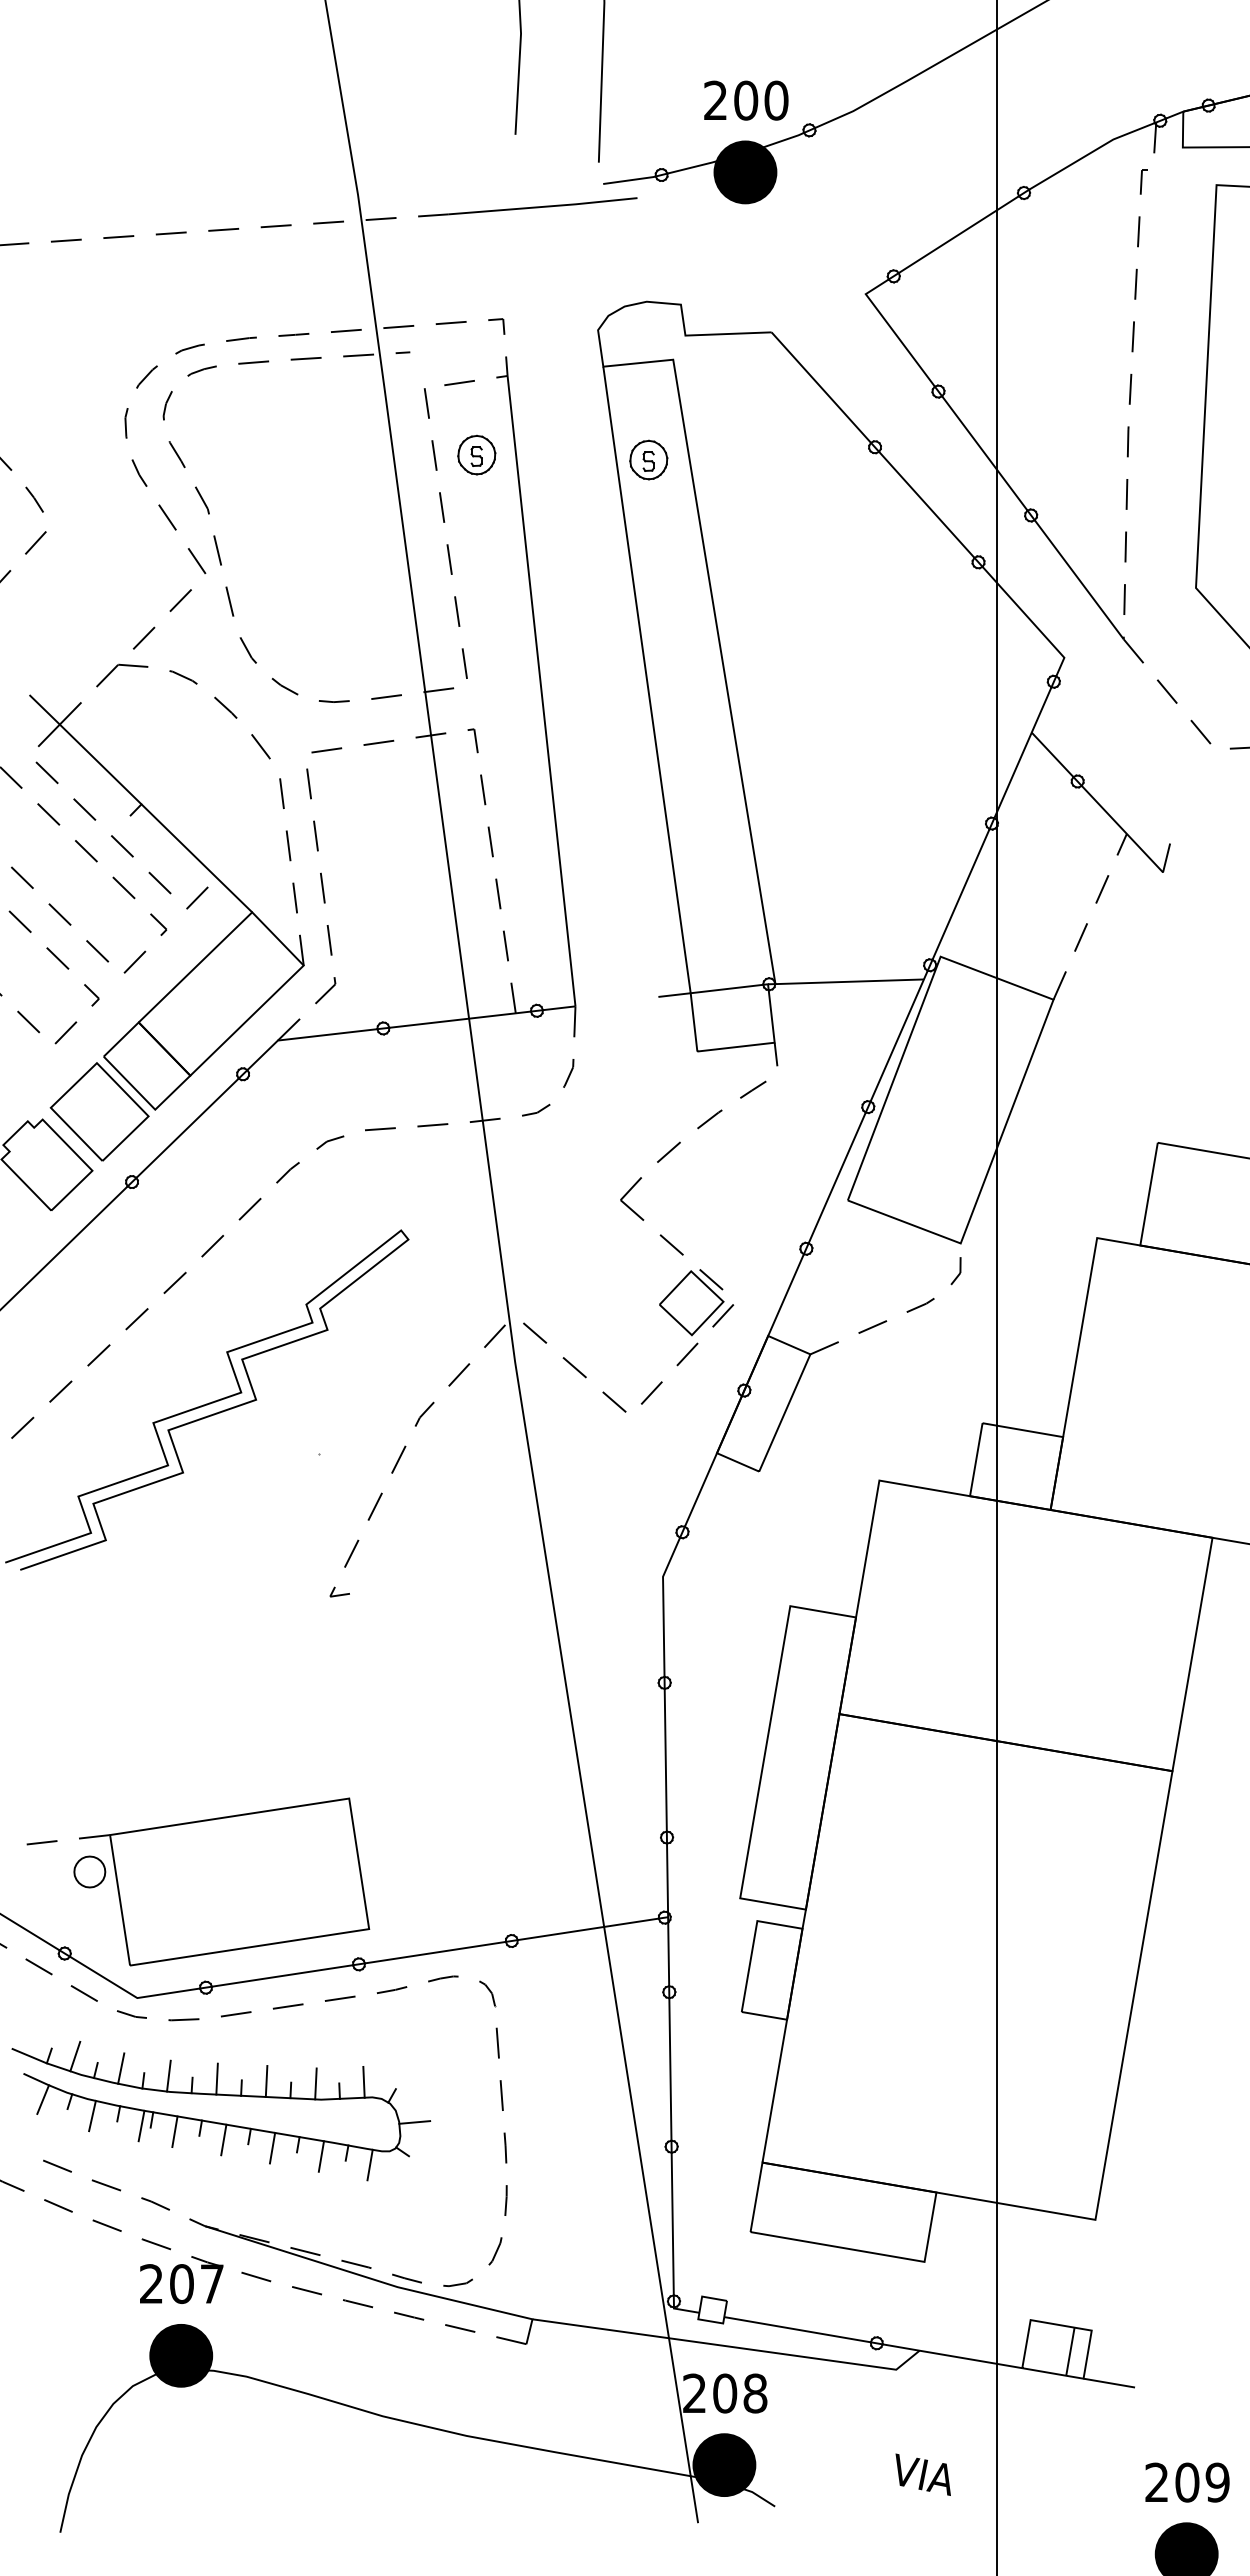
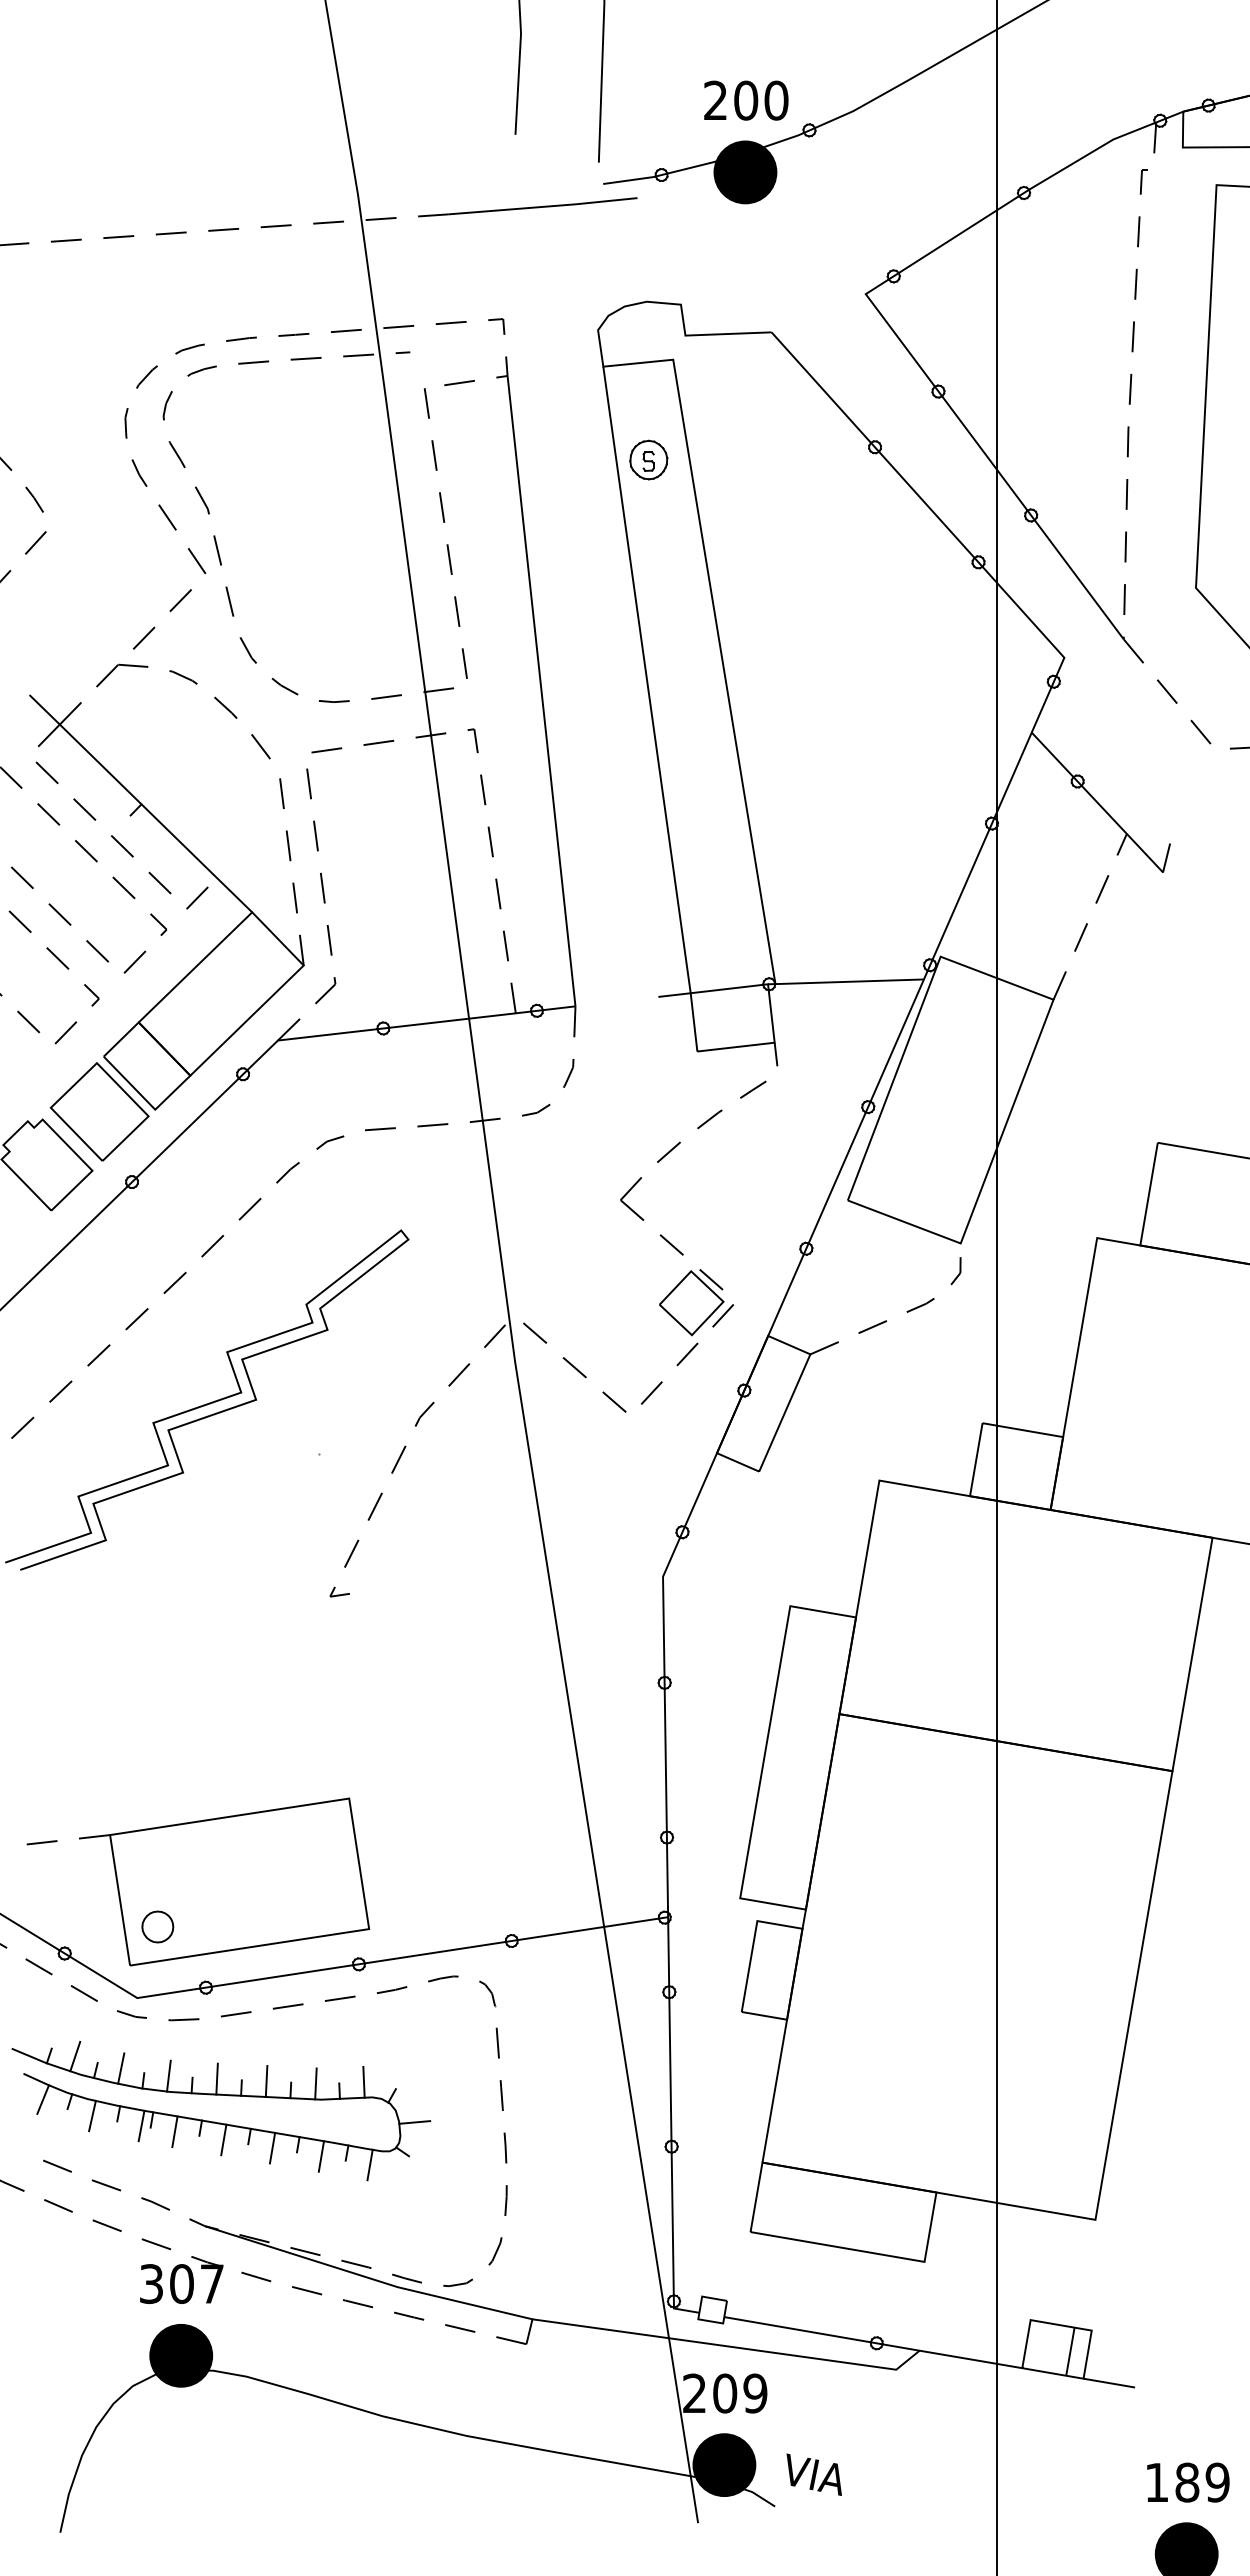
part at (476, 454): present -> none
part at (89, 1871) position: (89, 1871) -> (157, 1926)
text at (151, 2284): 207 -> 307
text at (755, 2393): 208 -> 209
text at (922, 2474) position: (922, 2474) -> (813, 2474)
text at (1172, 2482): 209 -> 189
